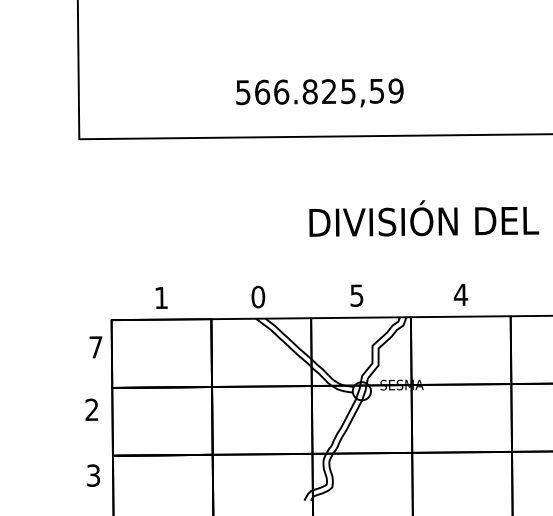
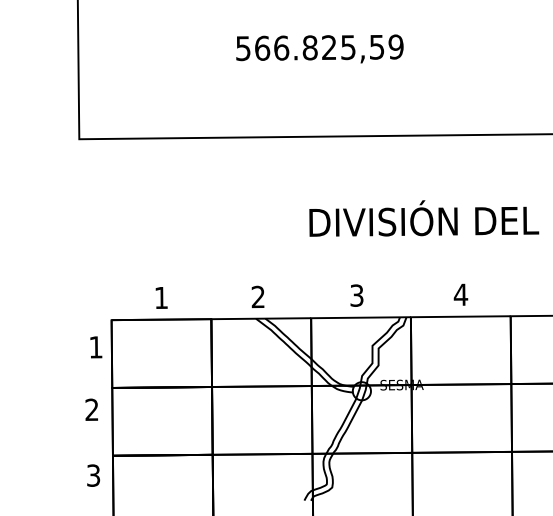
text at (319, 92) position: (319, 92) -> (319, 48)
text at (357, 295): 5 -> 3
text at (258, 296): 0 -> 2
text at (95, 347): 7 -> 1
